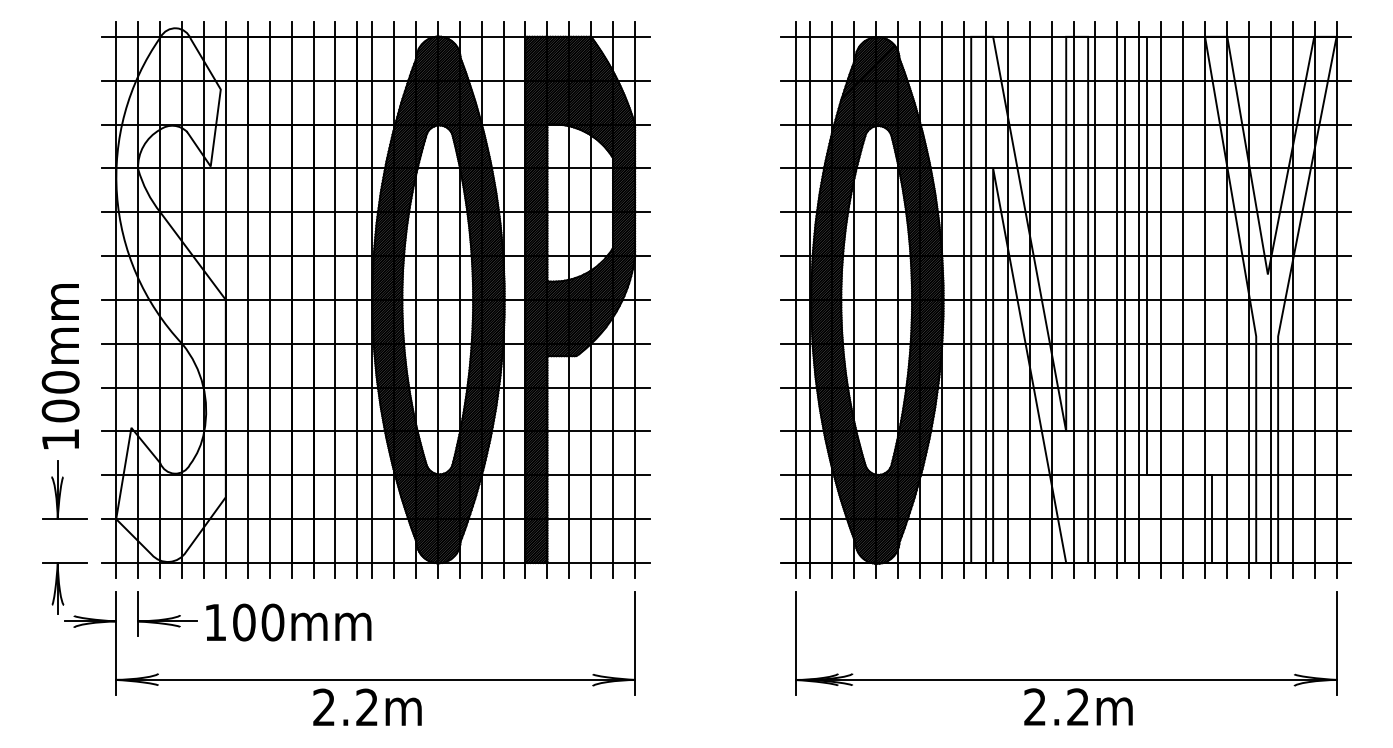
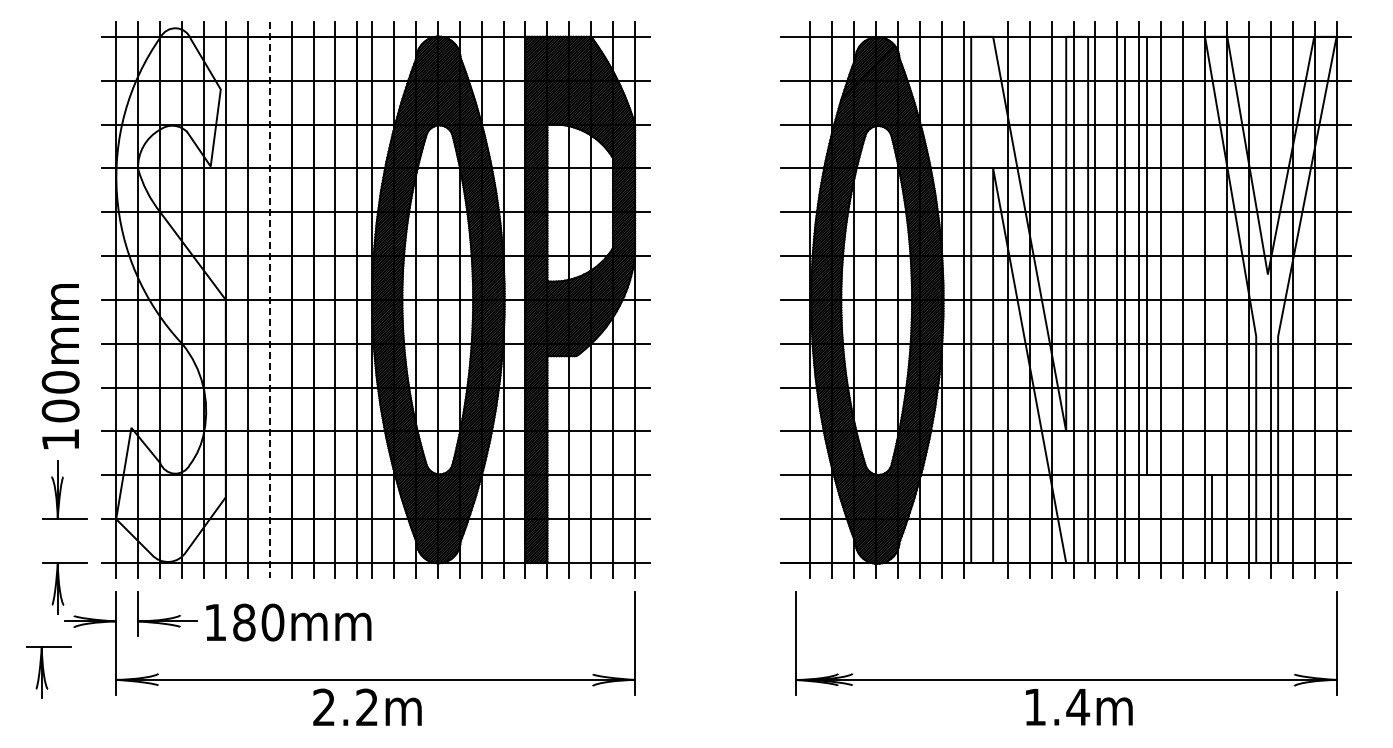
line at (269, 299): solid -> dashed
line at (795, 299): present -> none
line at (985, 299): present -> none
text at (244, 622): 100mm -> 180mm
part at (48, 672): none -> present
text at (1057, 706): 2.2m -> 1.4m
